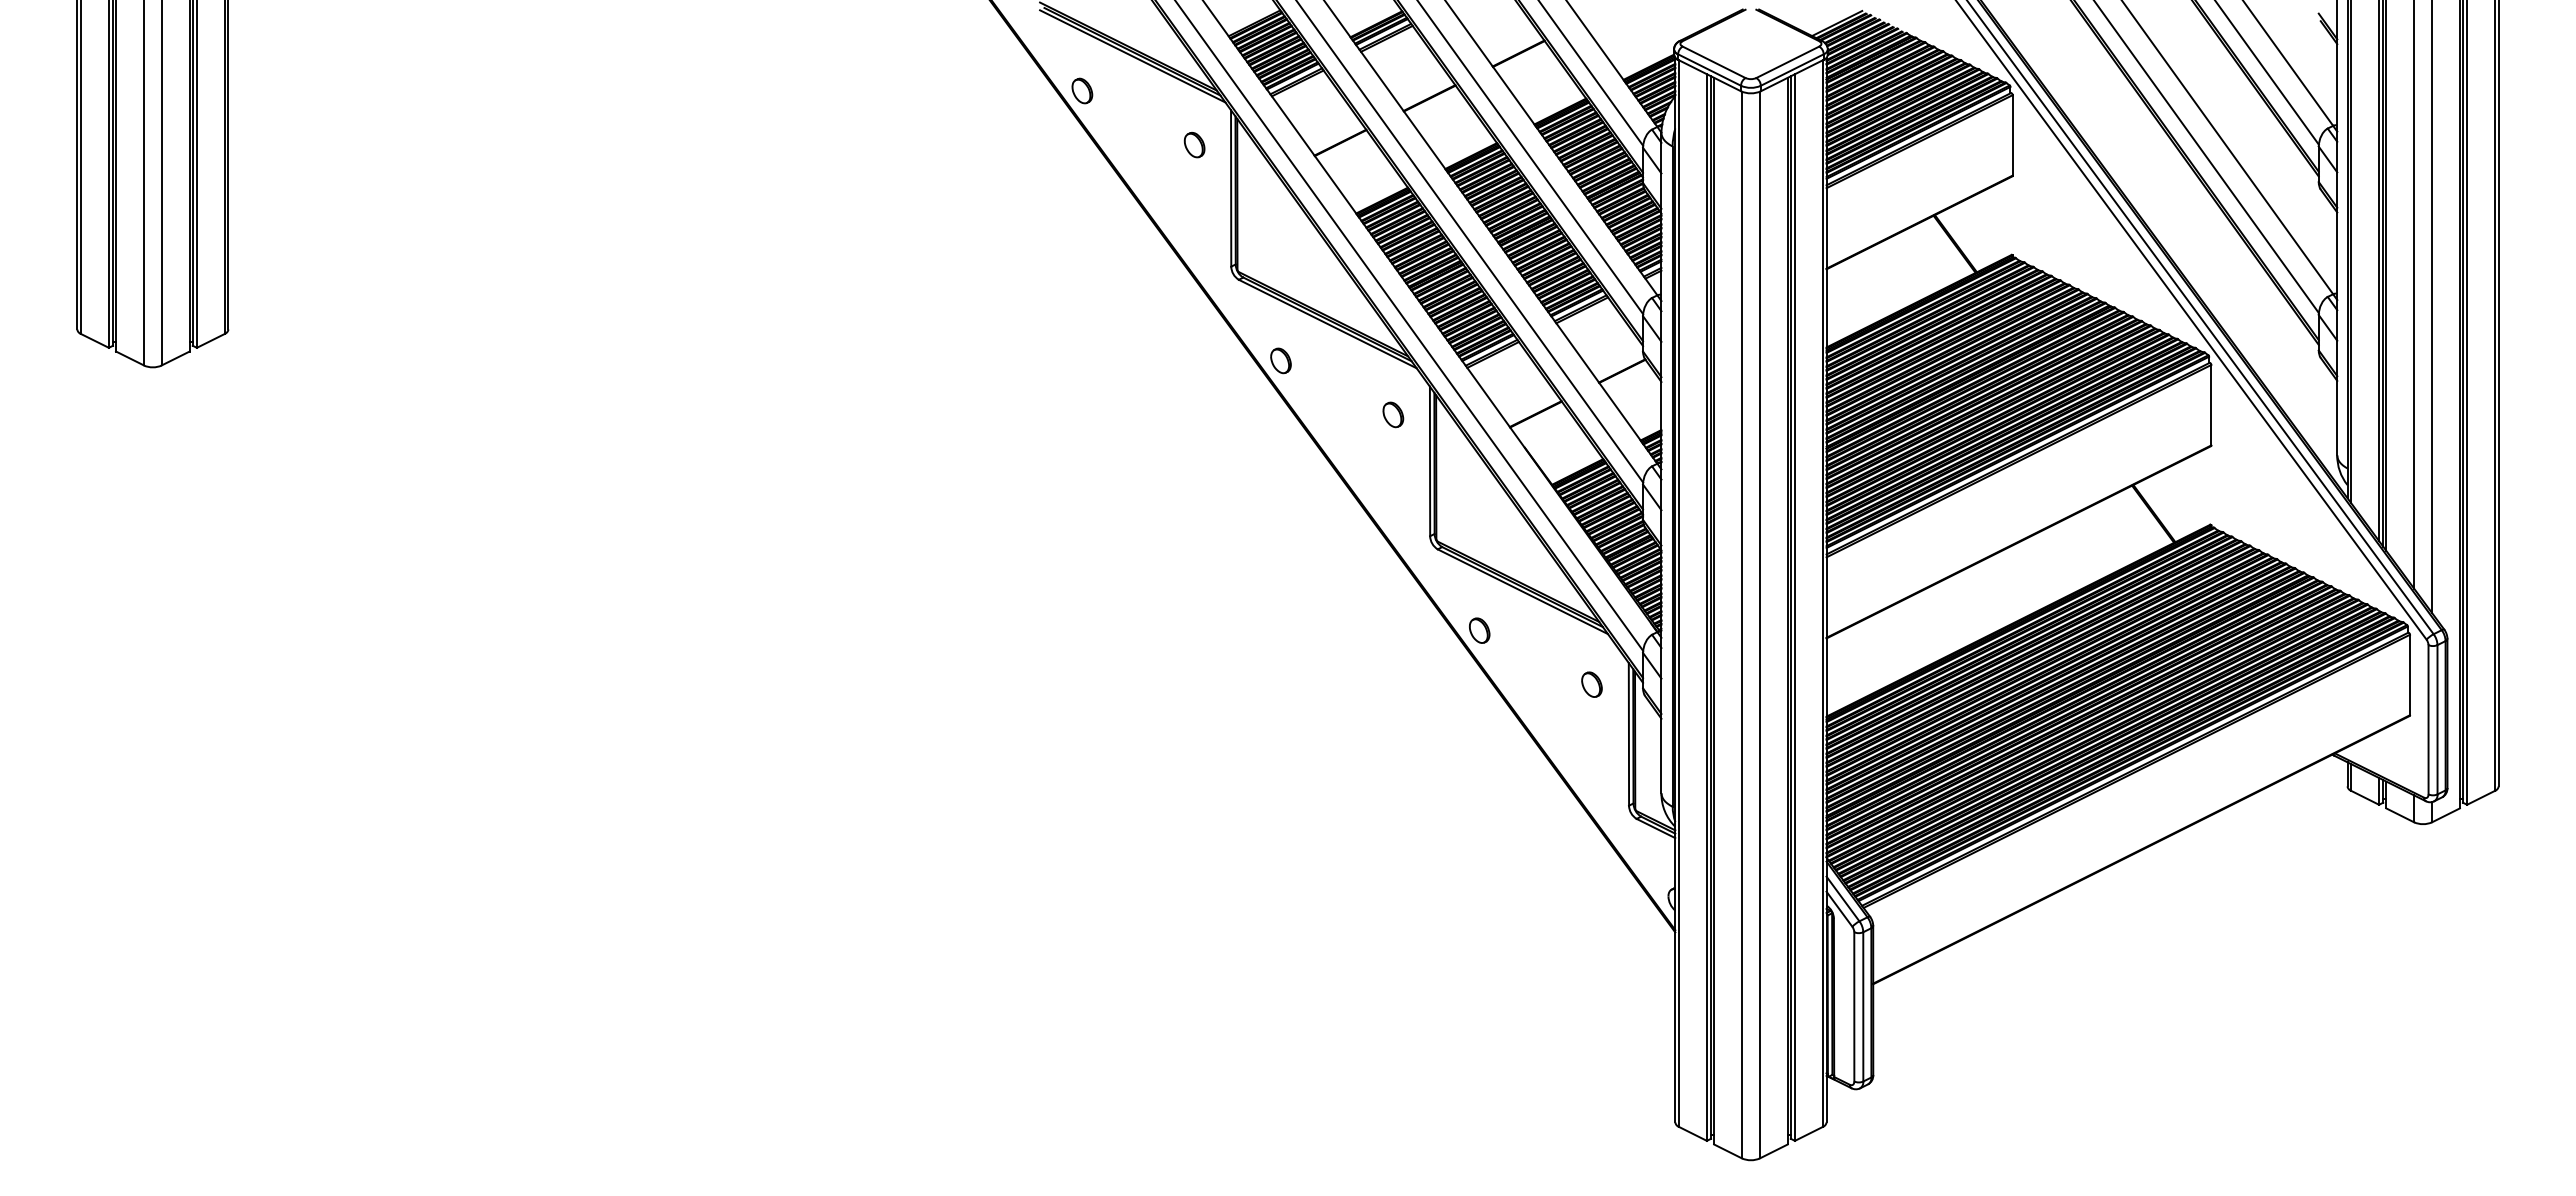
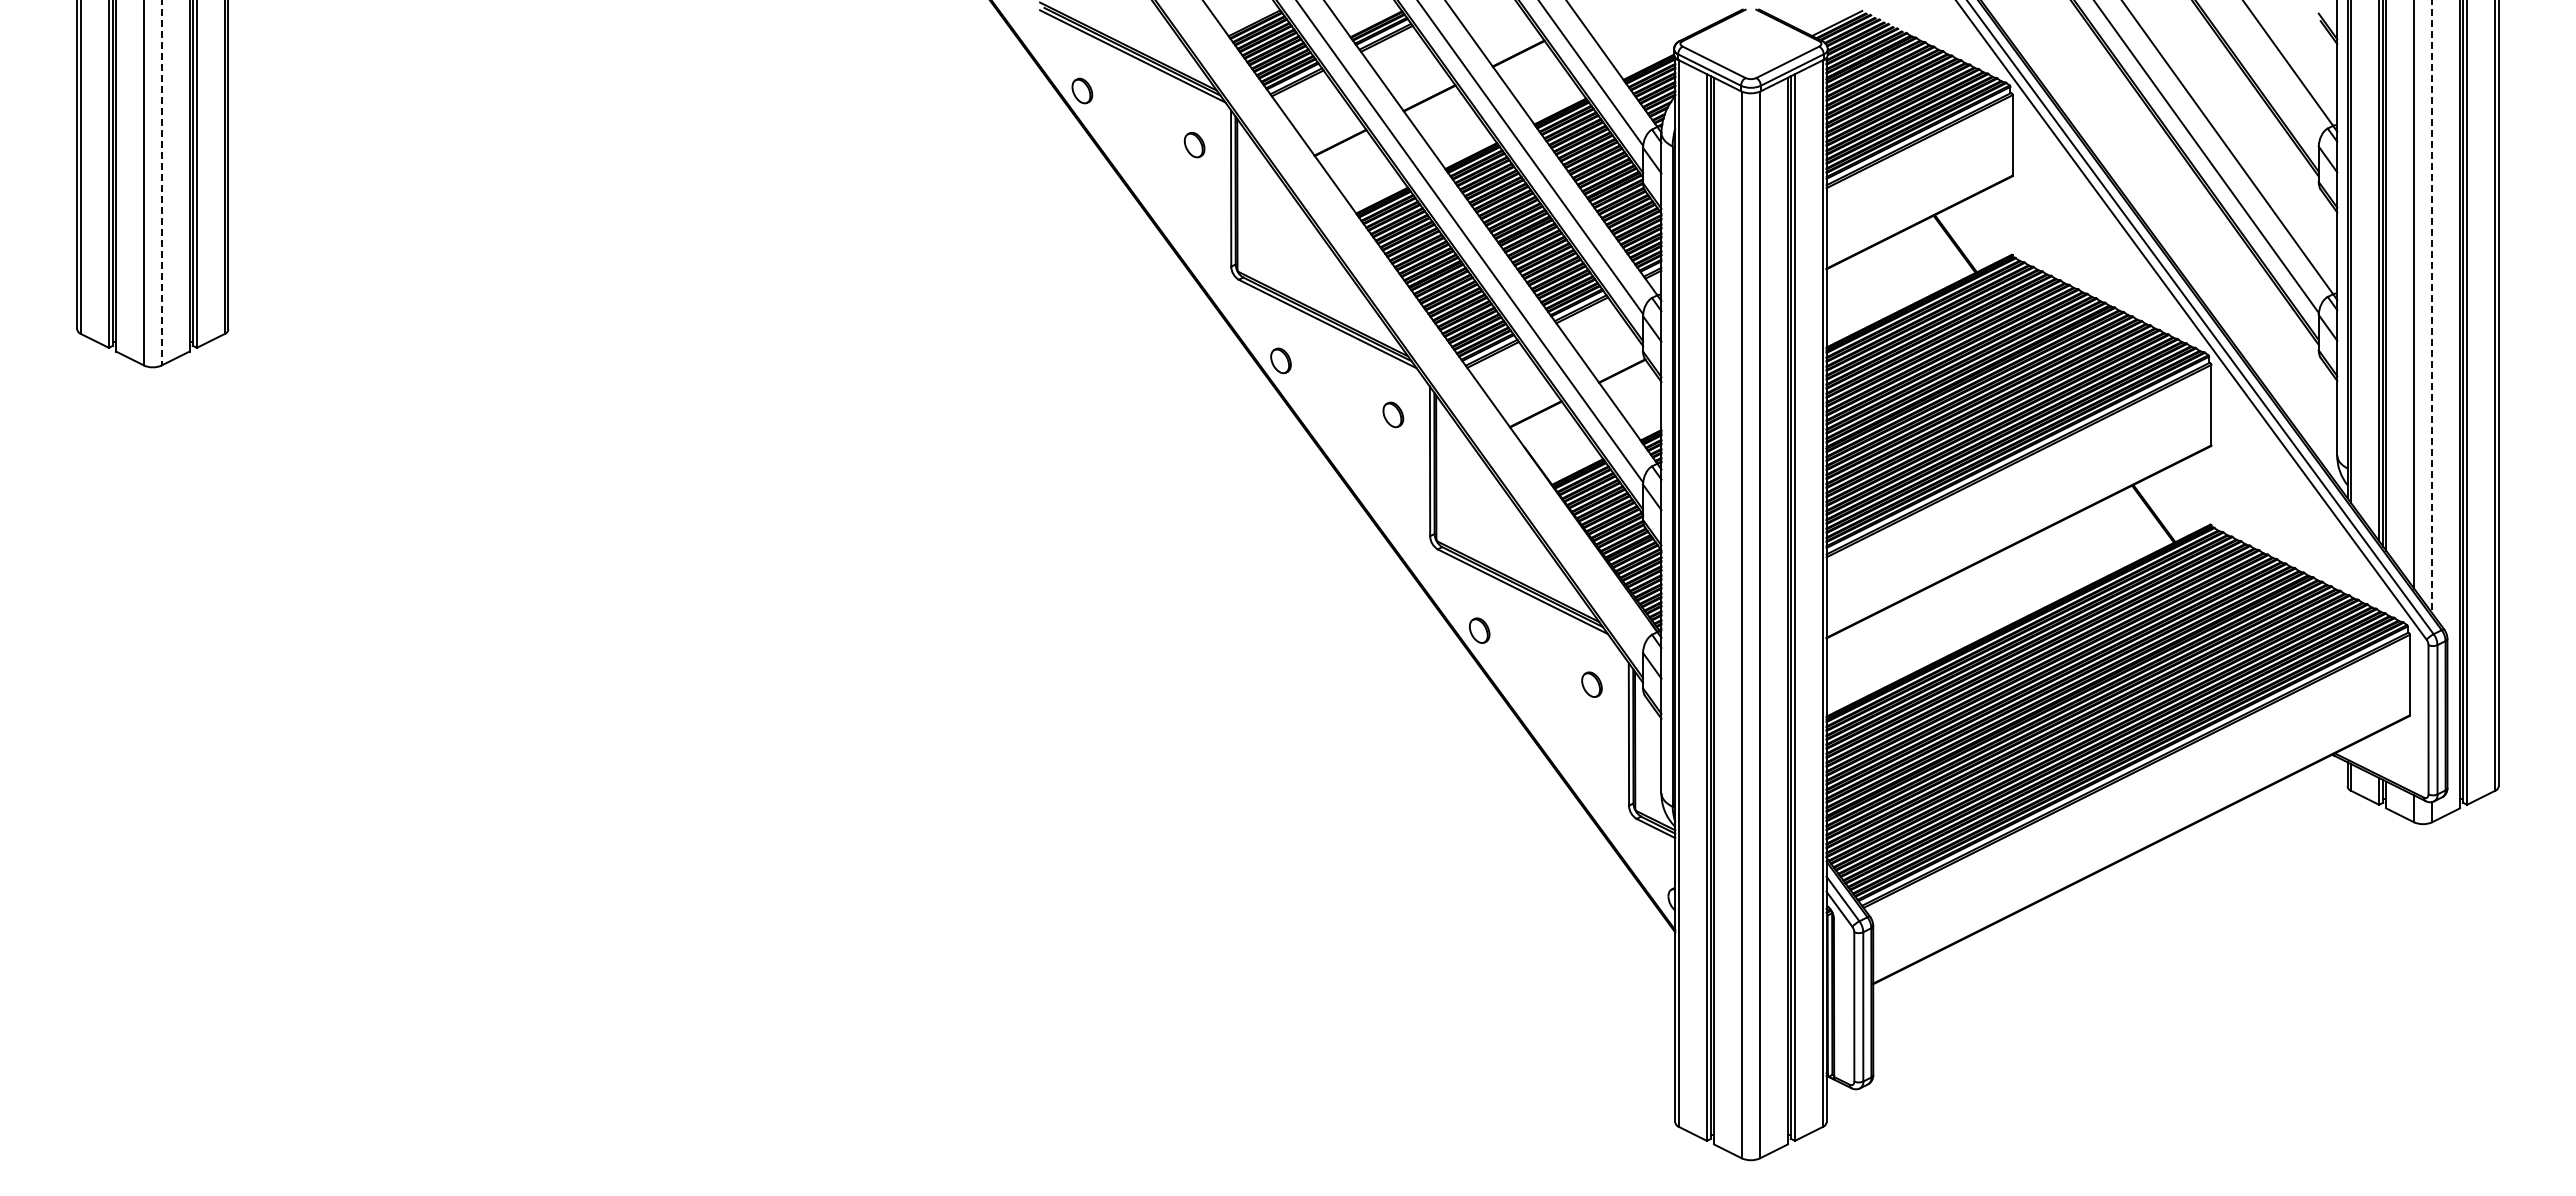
line at (2267, 73): present -> none
line at (161, 183): solid -> dashed
line at (2432, 307): solid -> dashed
line at (1409, 326): present -> none
